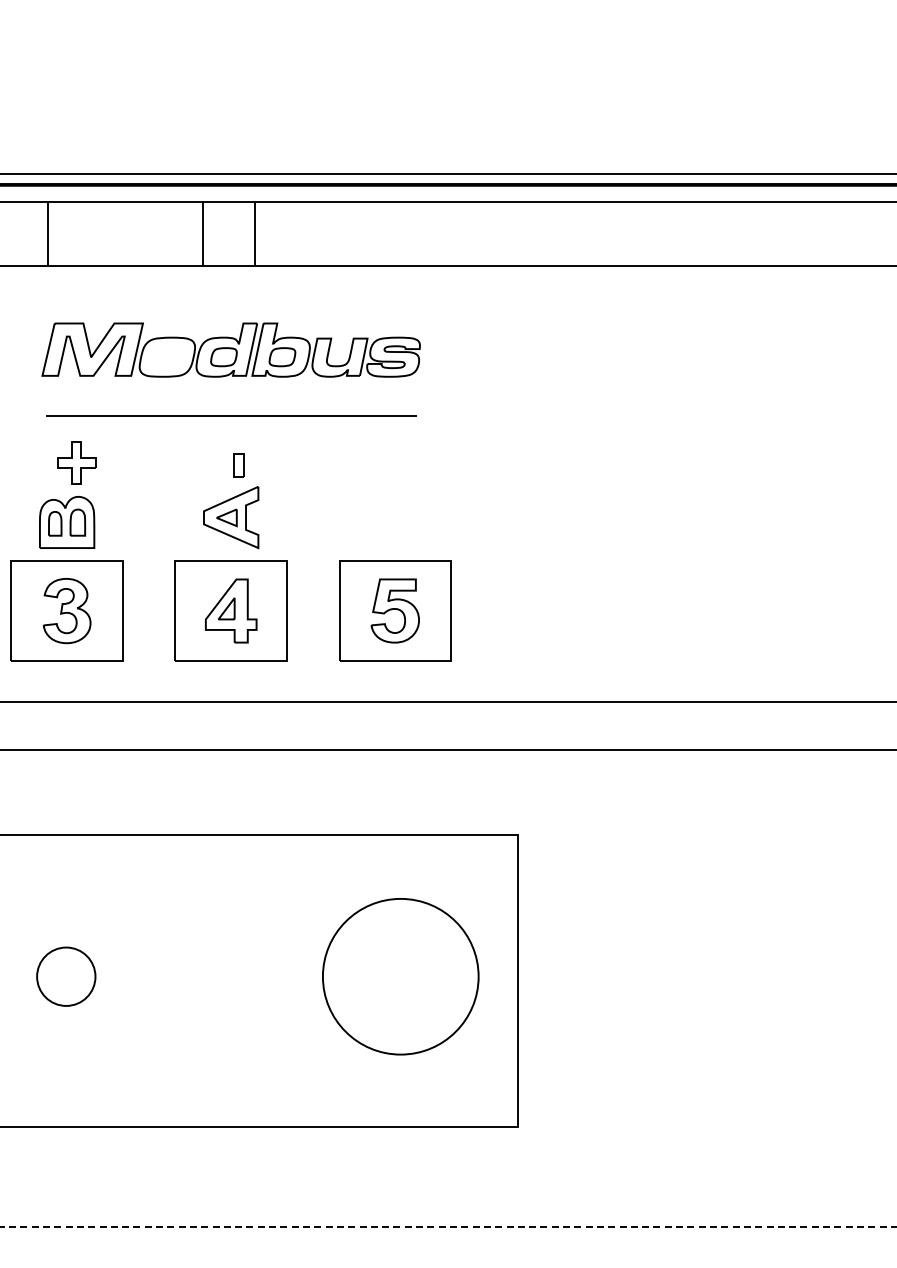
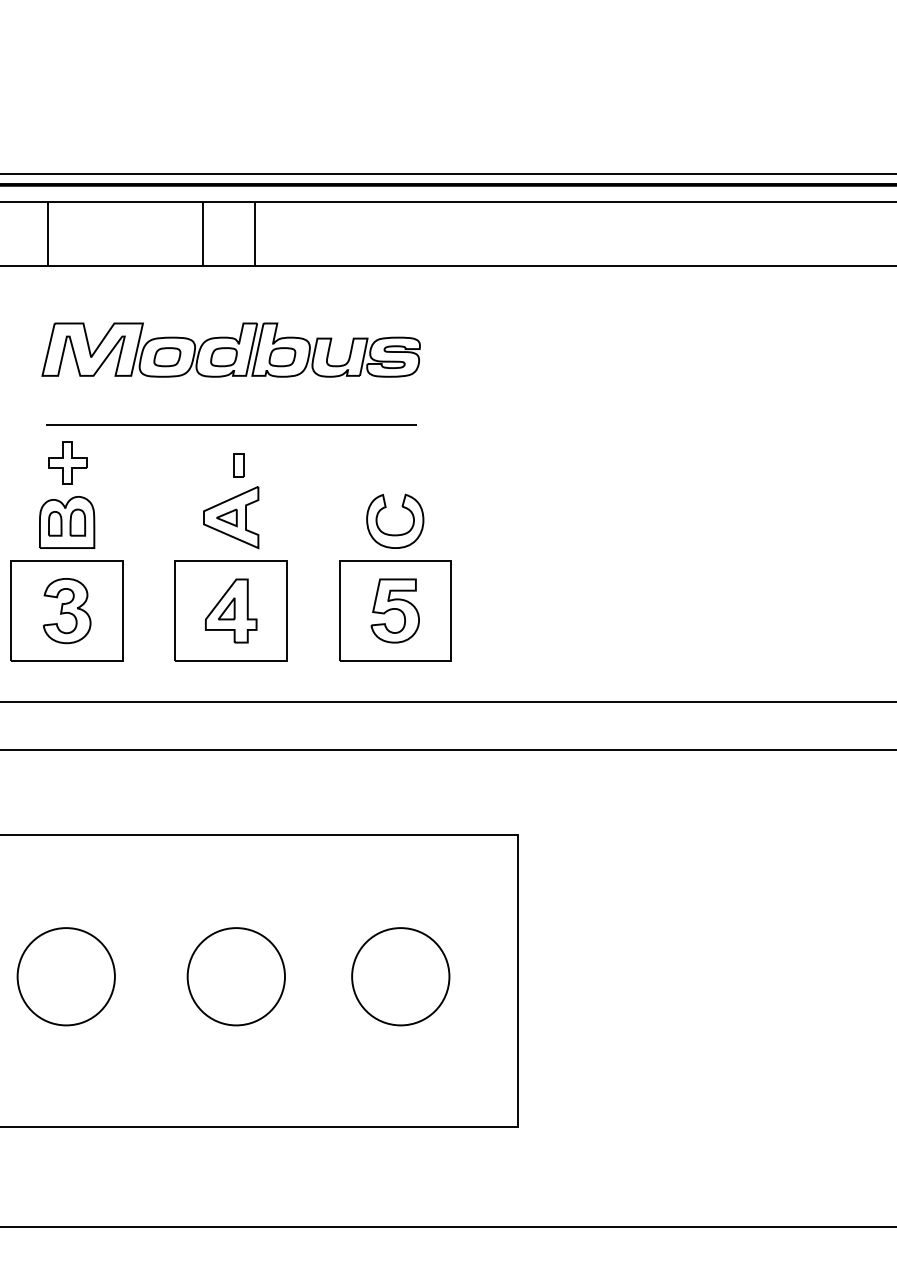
part at (167, 357): none -> present
line at (231, 415) position: (231, 415) -> (231, 424)
part at (76, 462) position: (76, 462) -> (67, 462)
part at (395, 534): none -> present
circle at (66, 976) diameter: 58 px -> 97 px
circle at (235, 976): none -> present
circle at (400, 976) diameter: 156 px -> 97 px
line at (448, 1227): dashed -> solid
